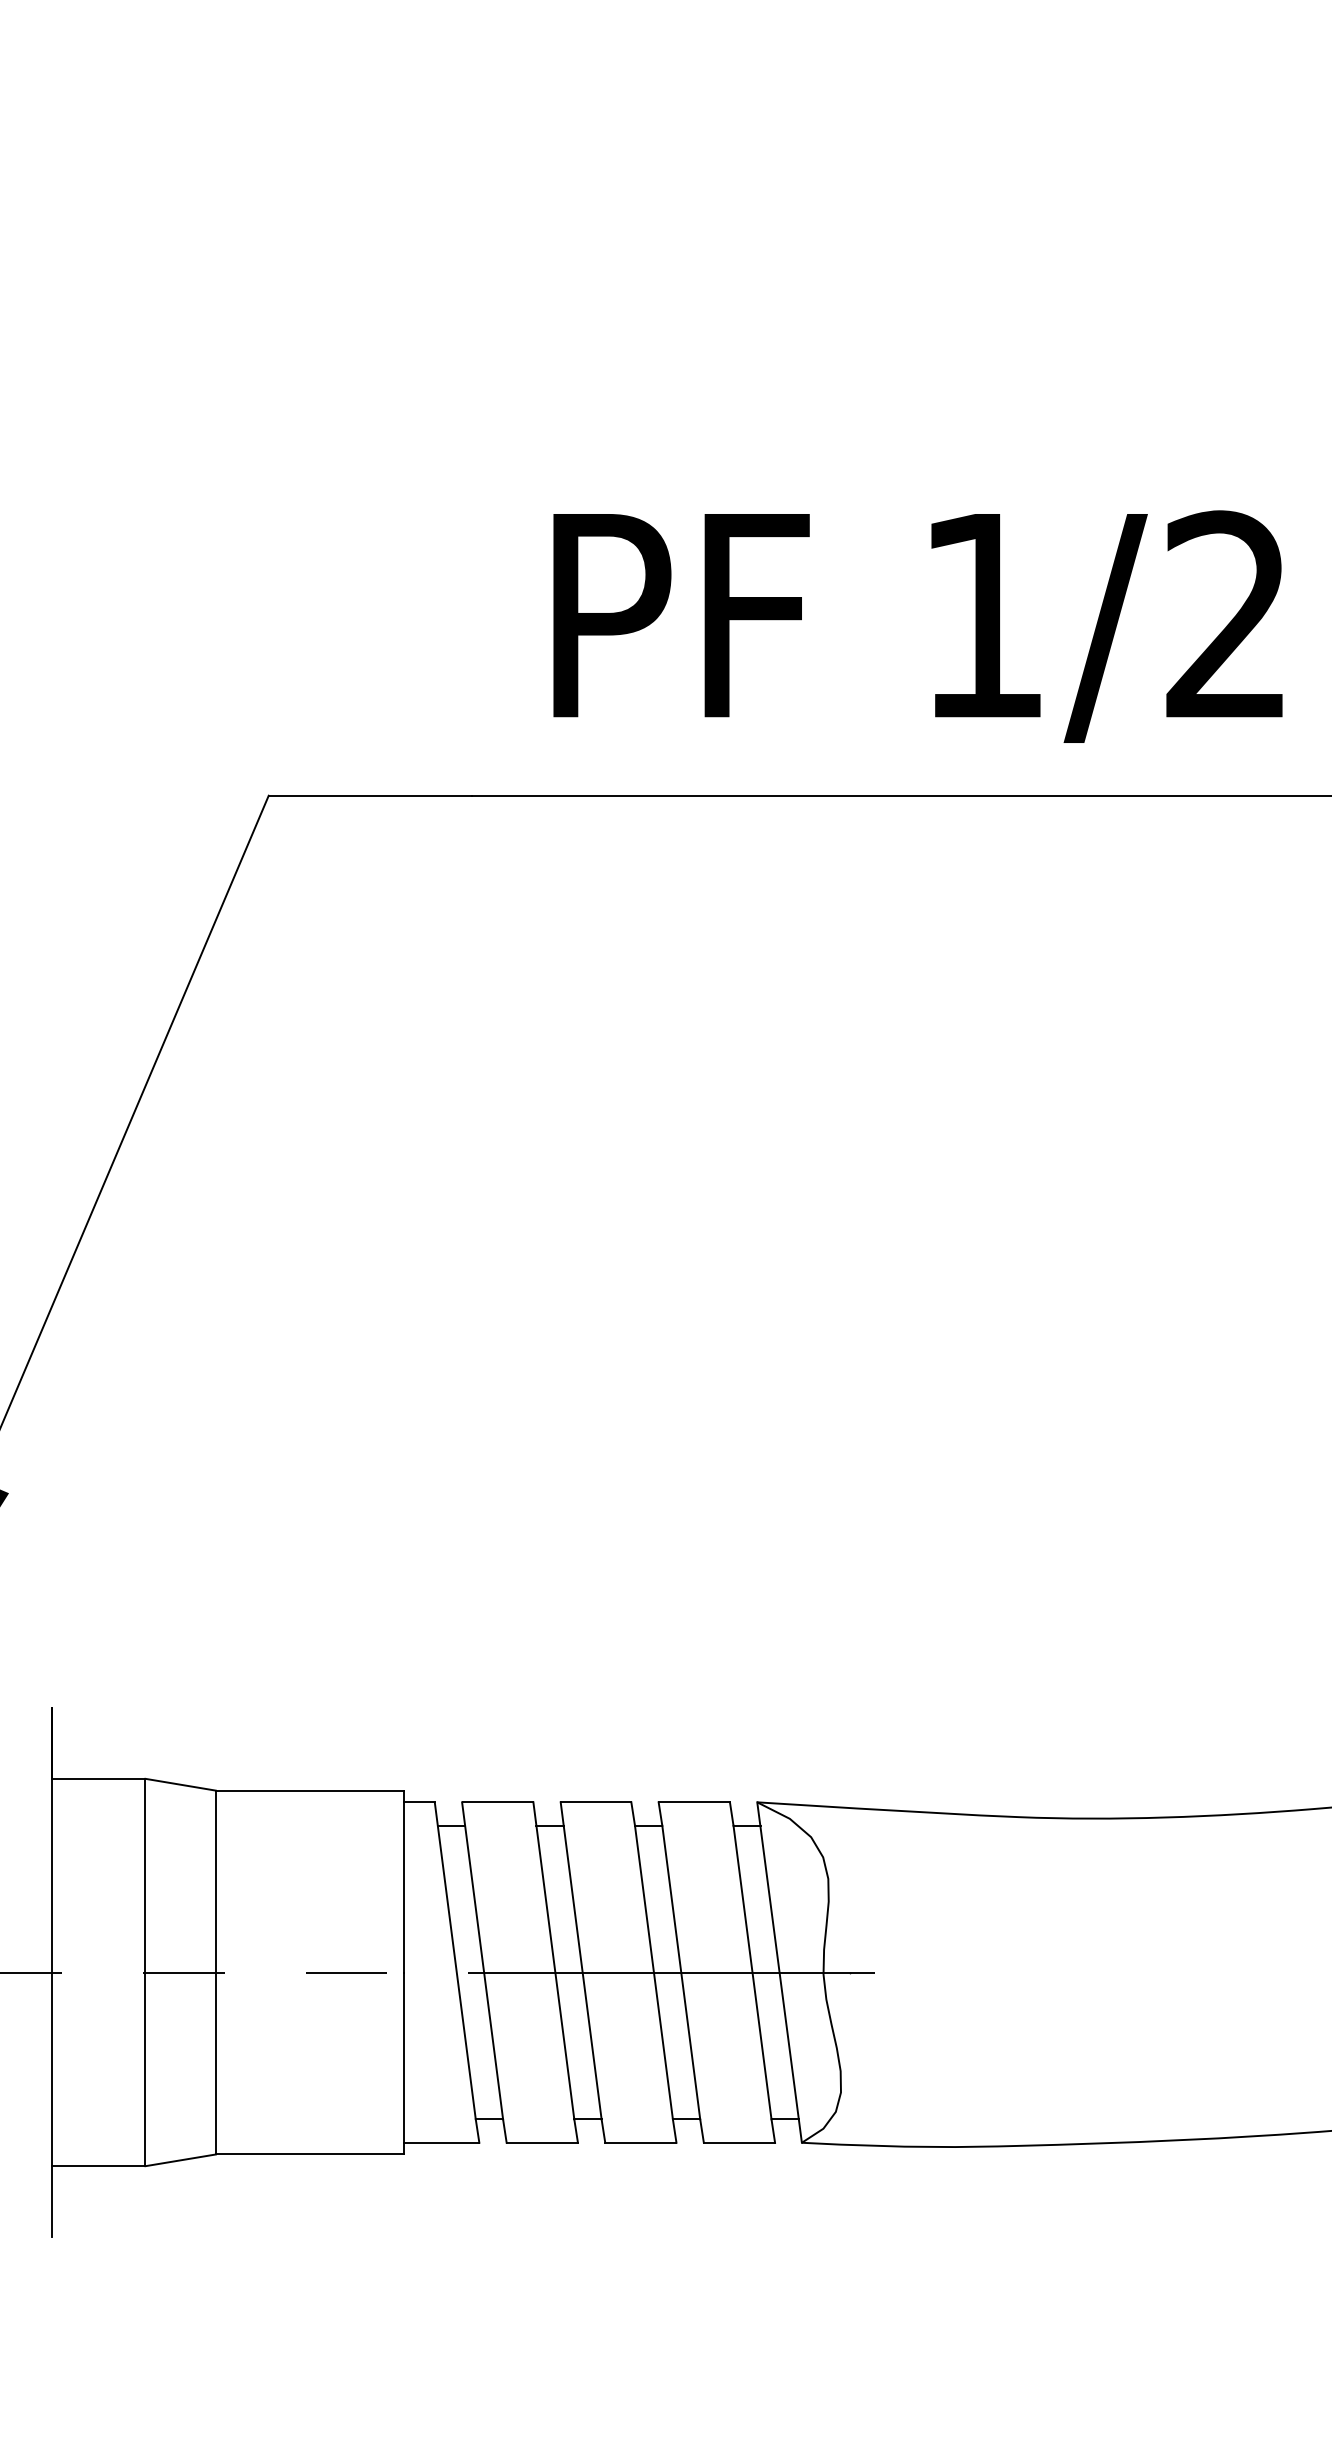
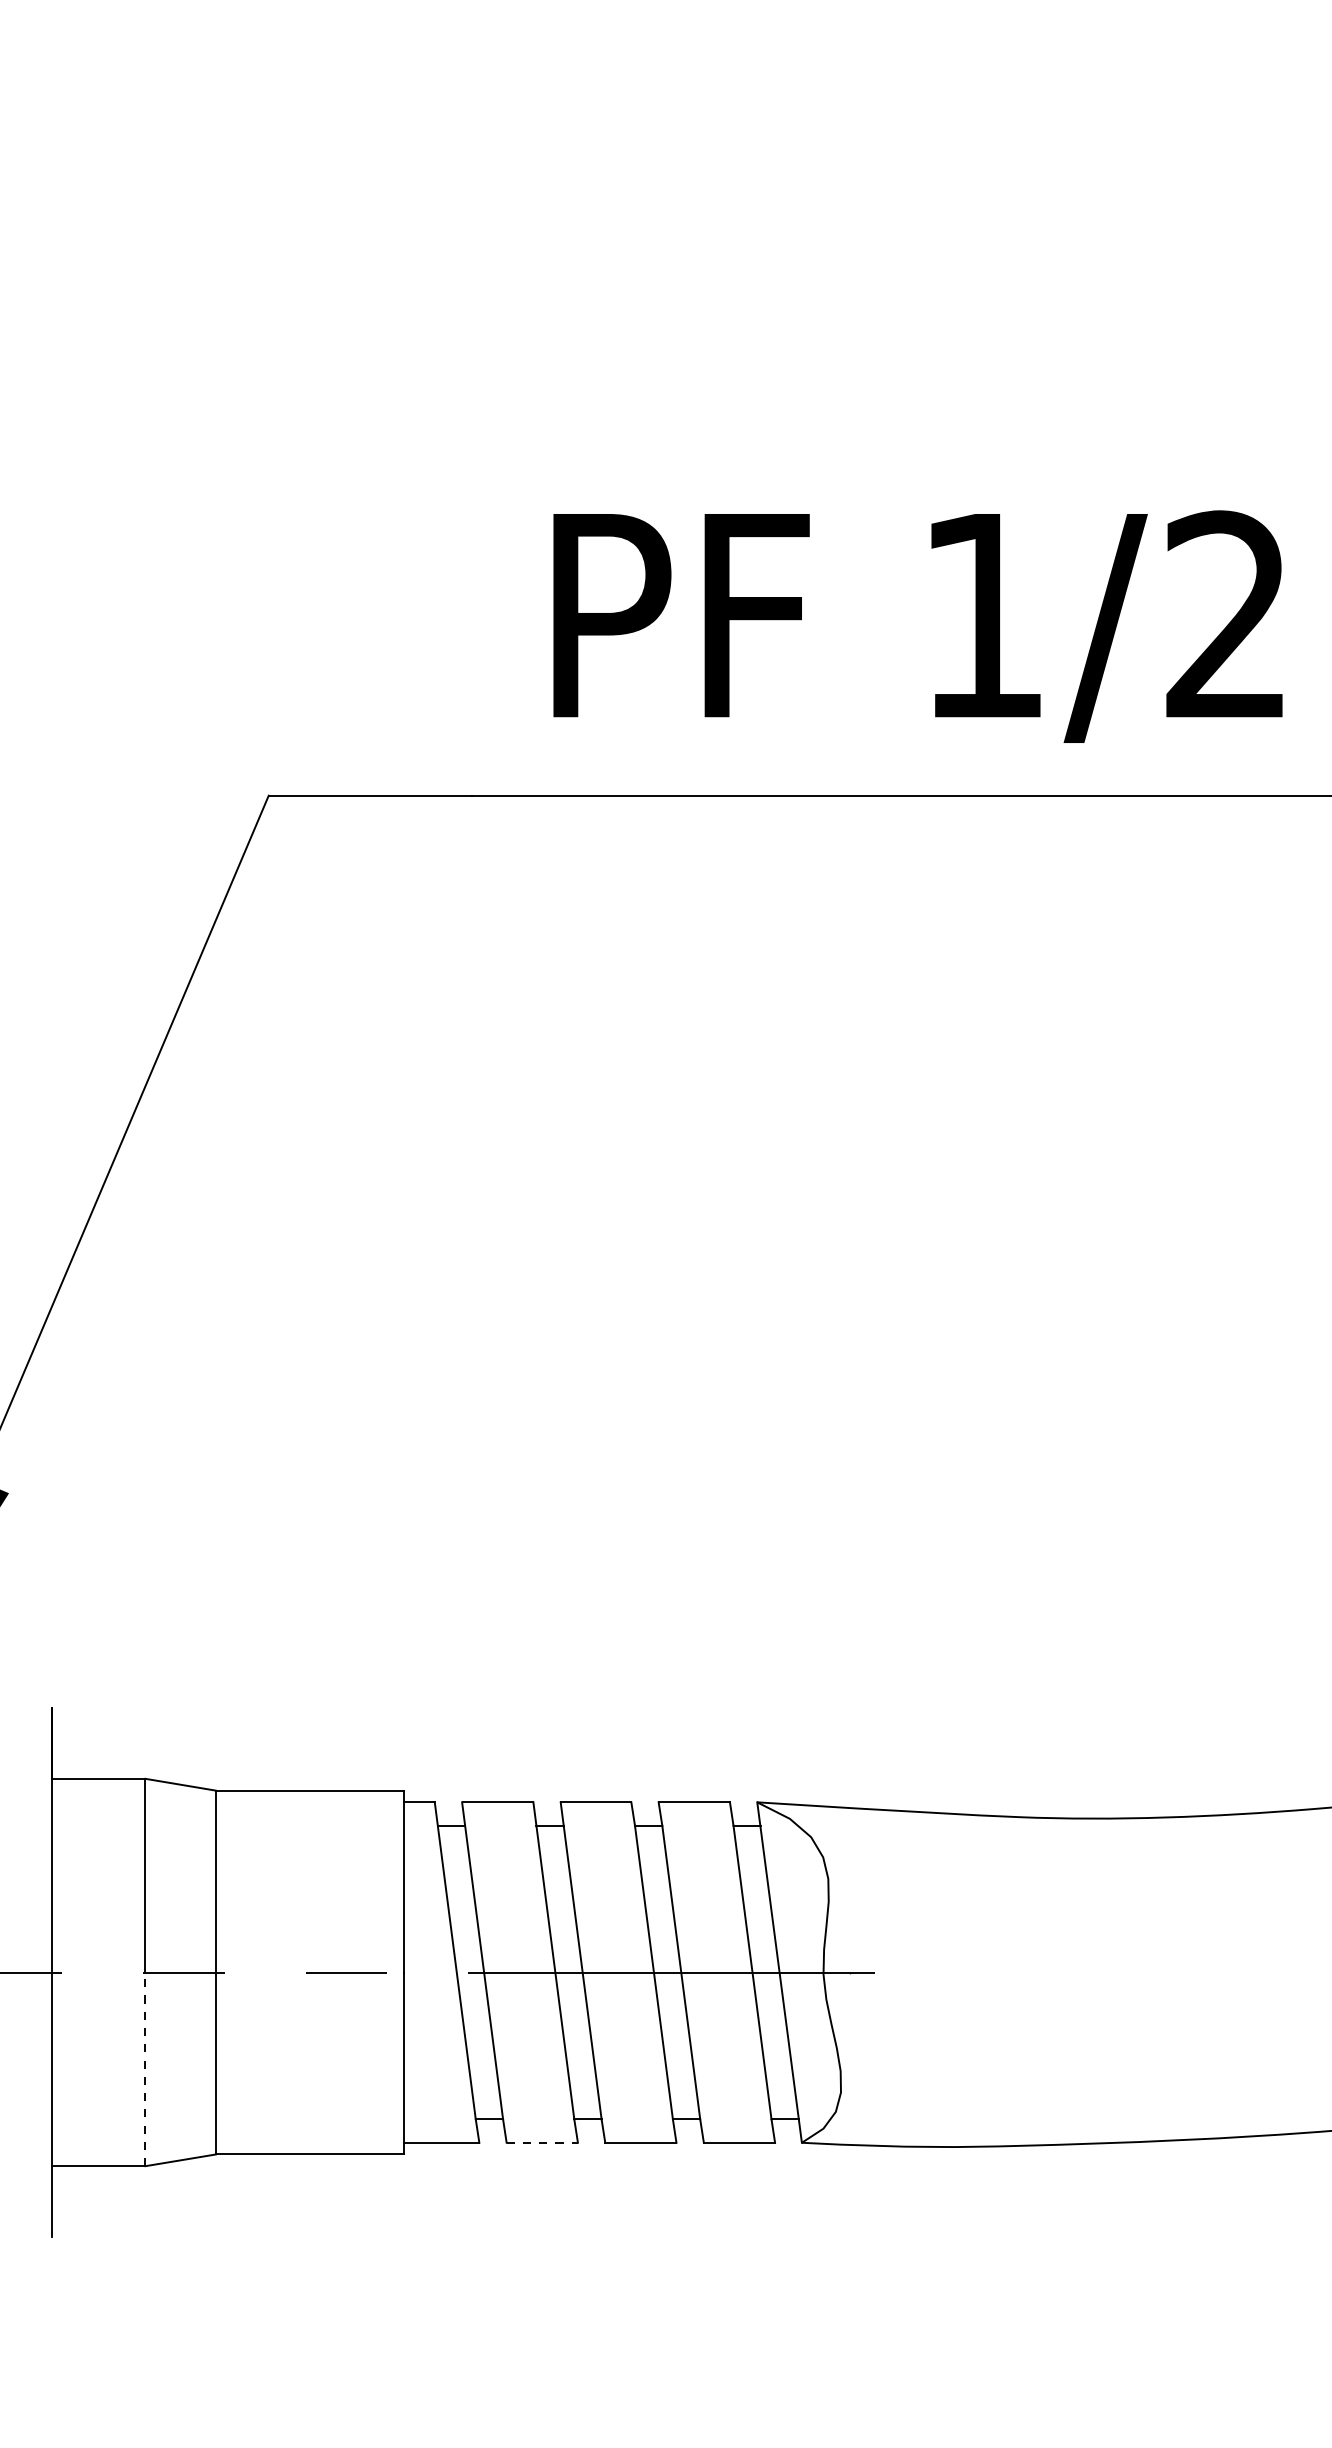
line at (145, 2069): solid -> dashed
line at (542, 2142): solid -> dashed
